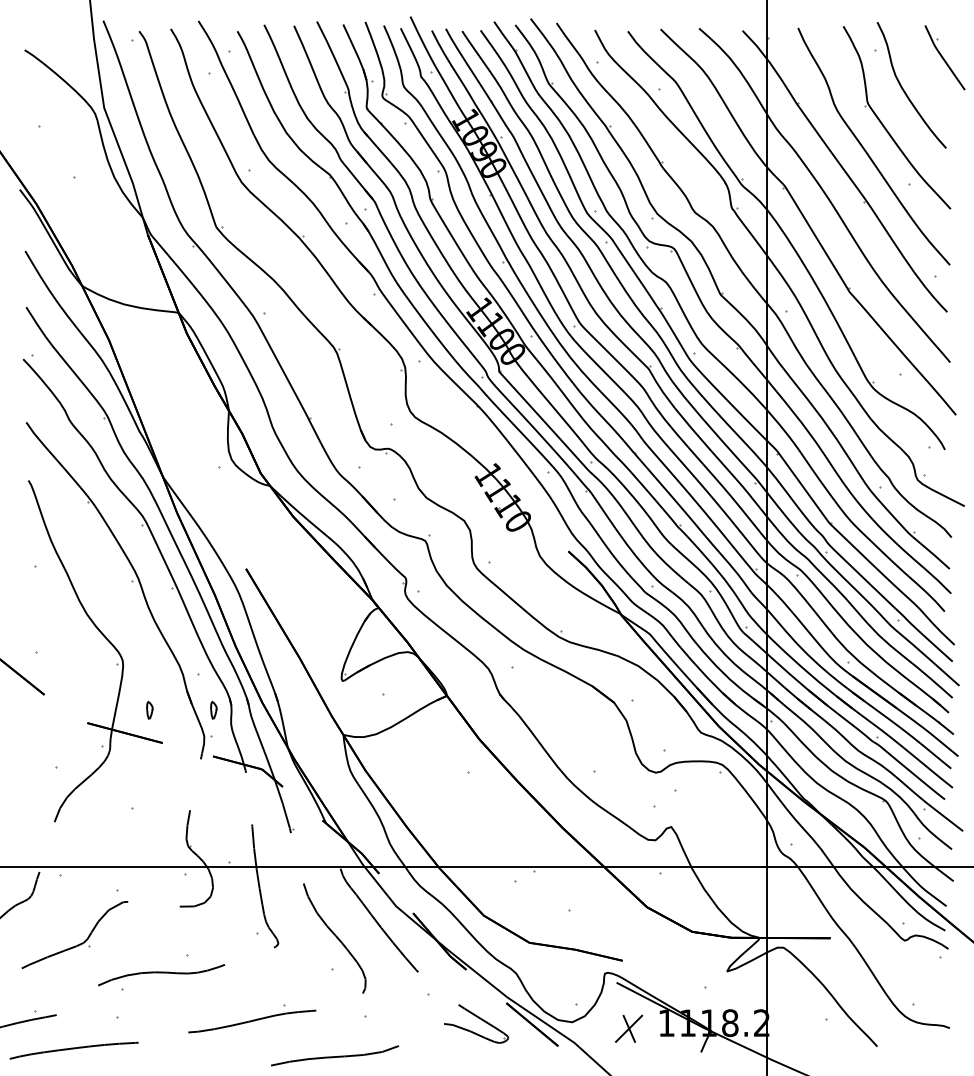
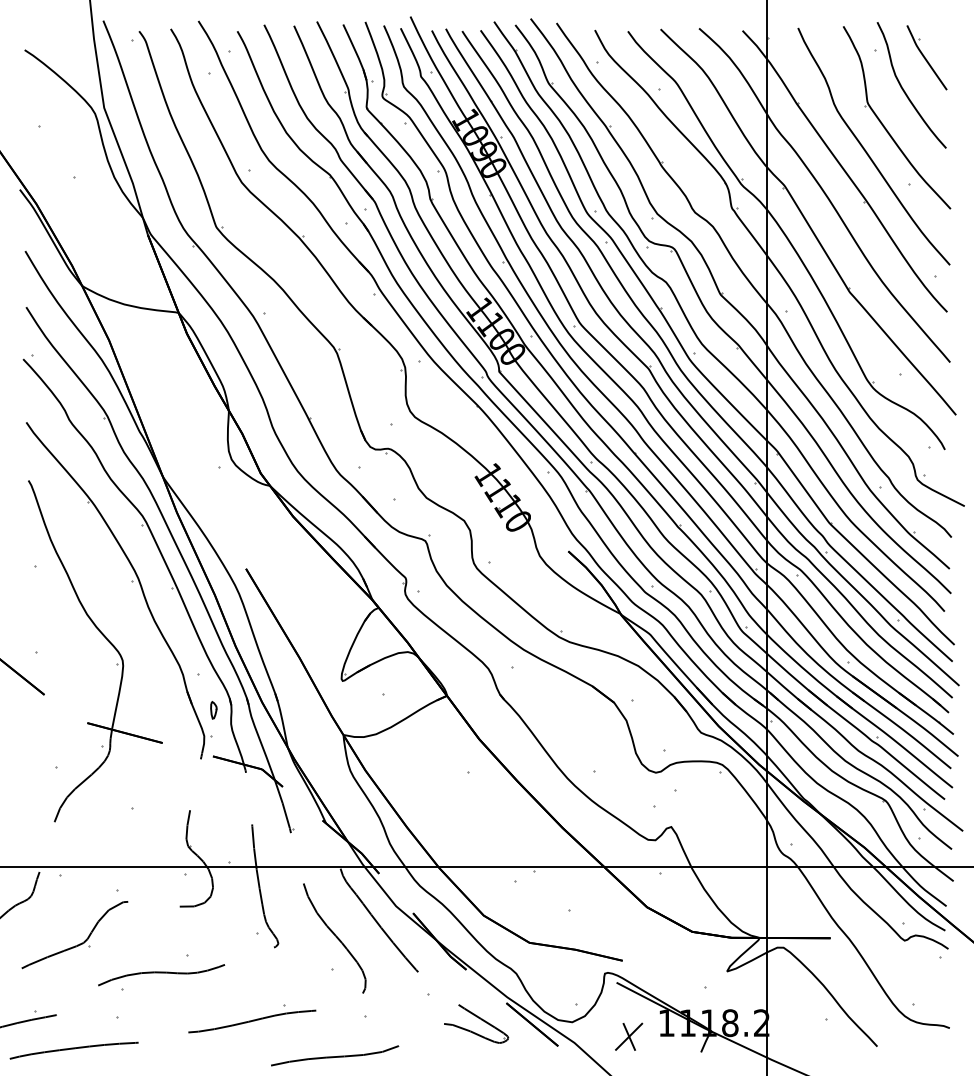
part at (944, 57) position: (944, 57) -> (926, 57)
part at (149, 710): present -> none
part at (629, 1028) position: (629, 1028) -> (629, 1036)
